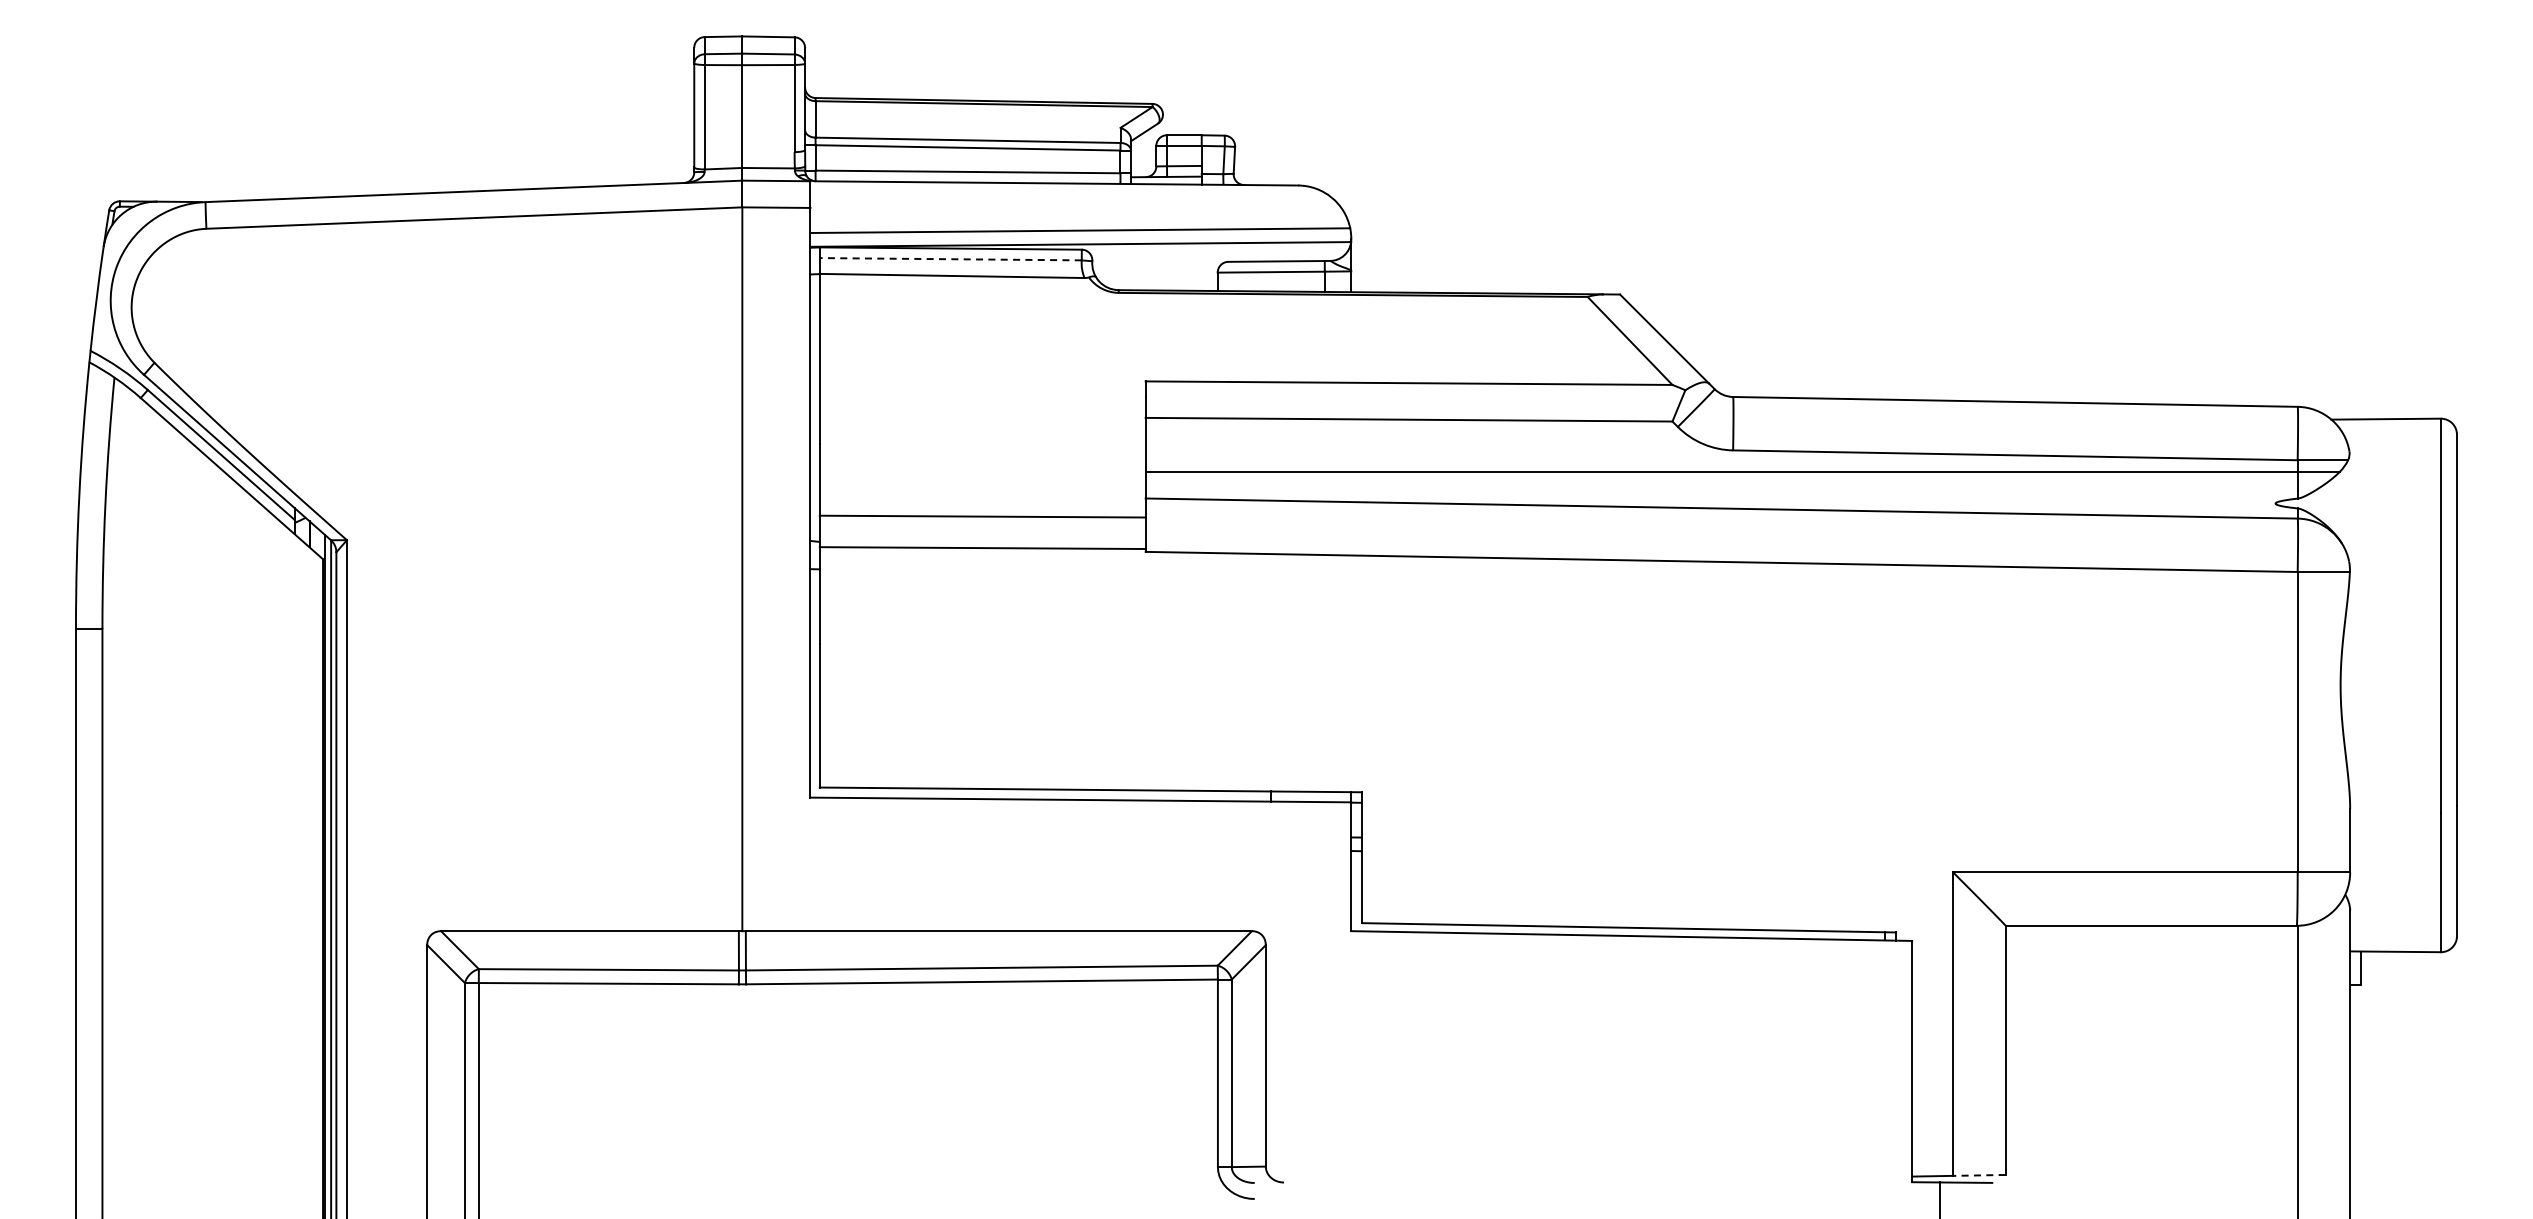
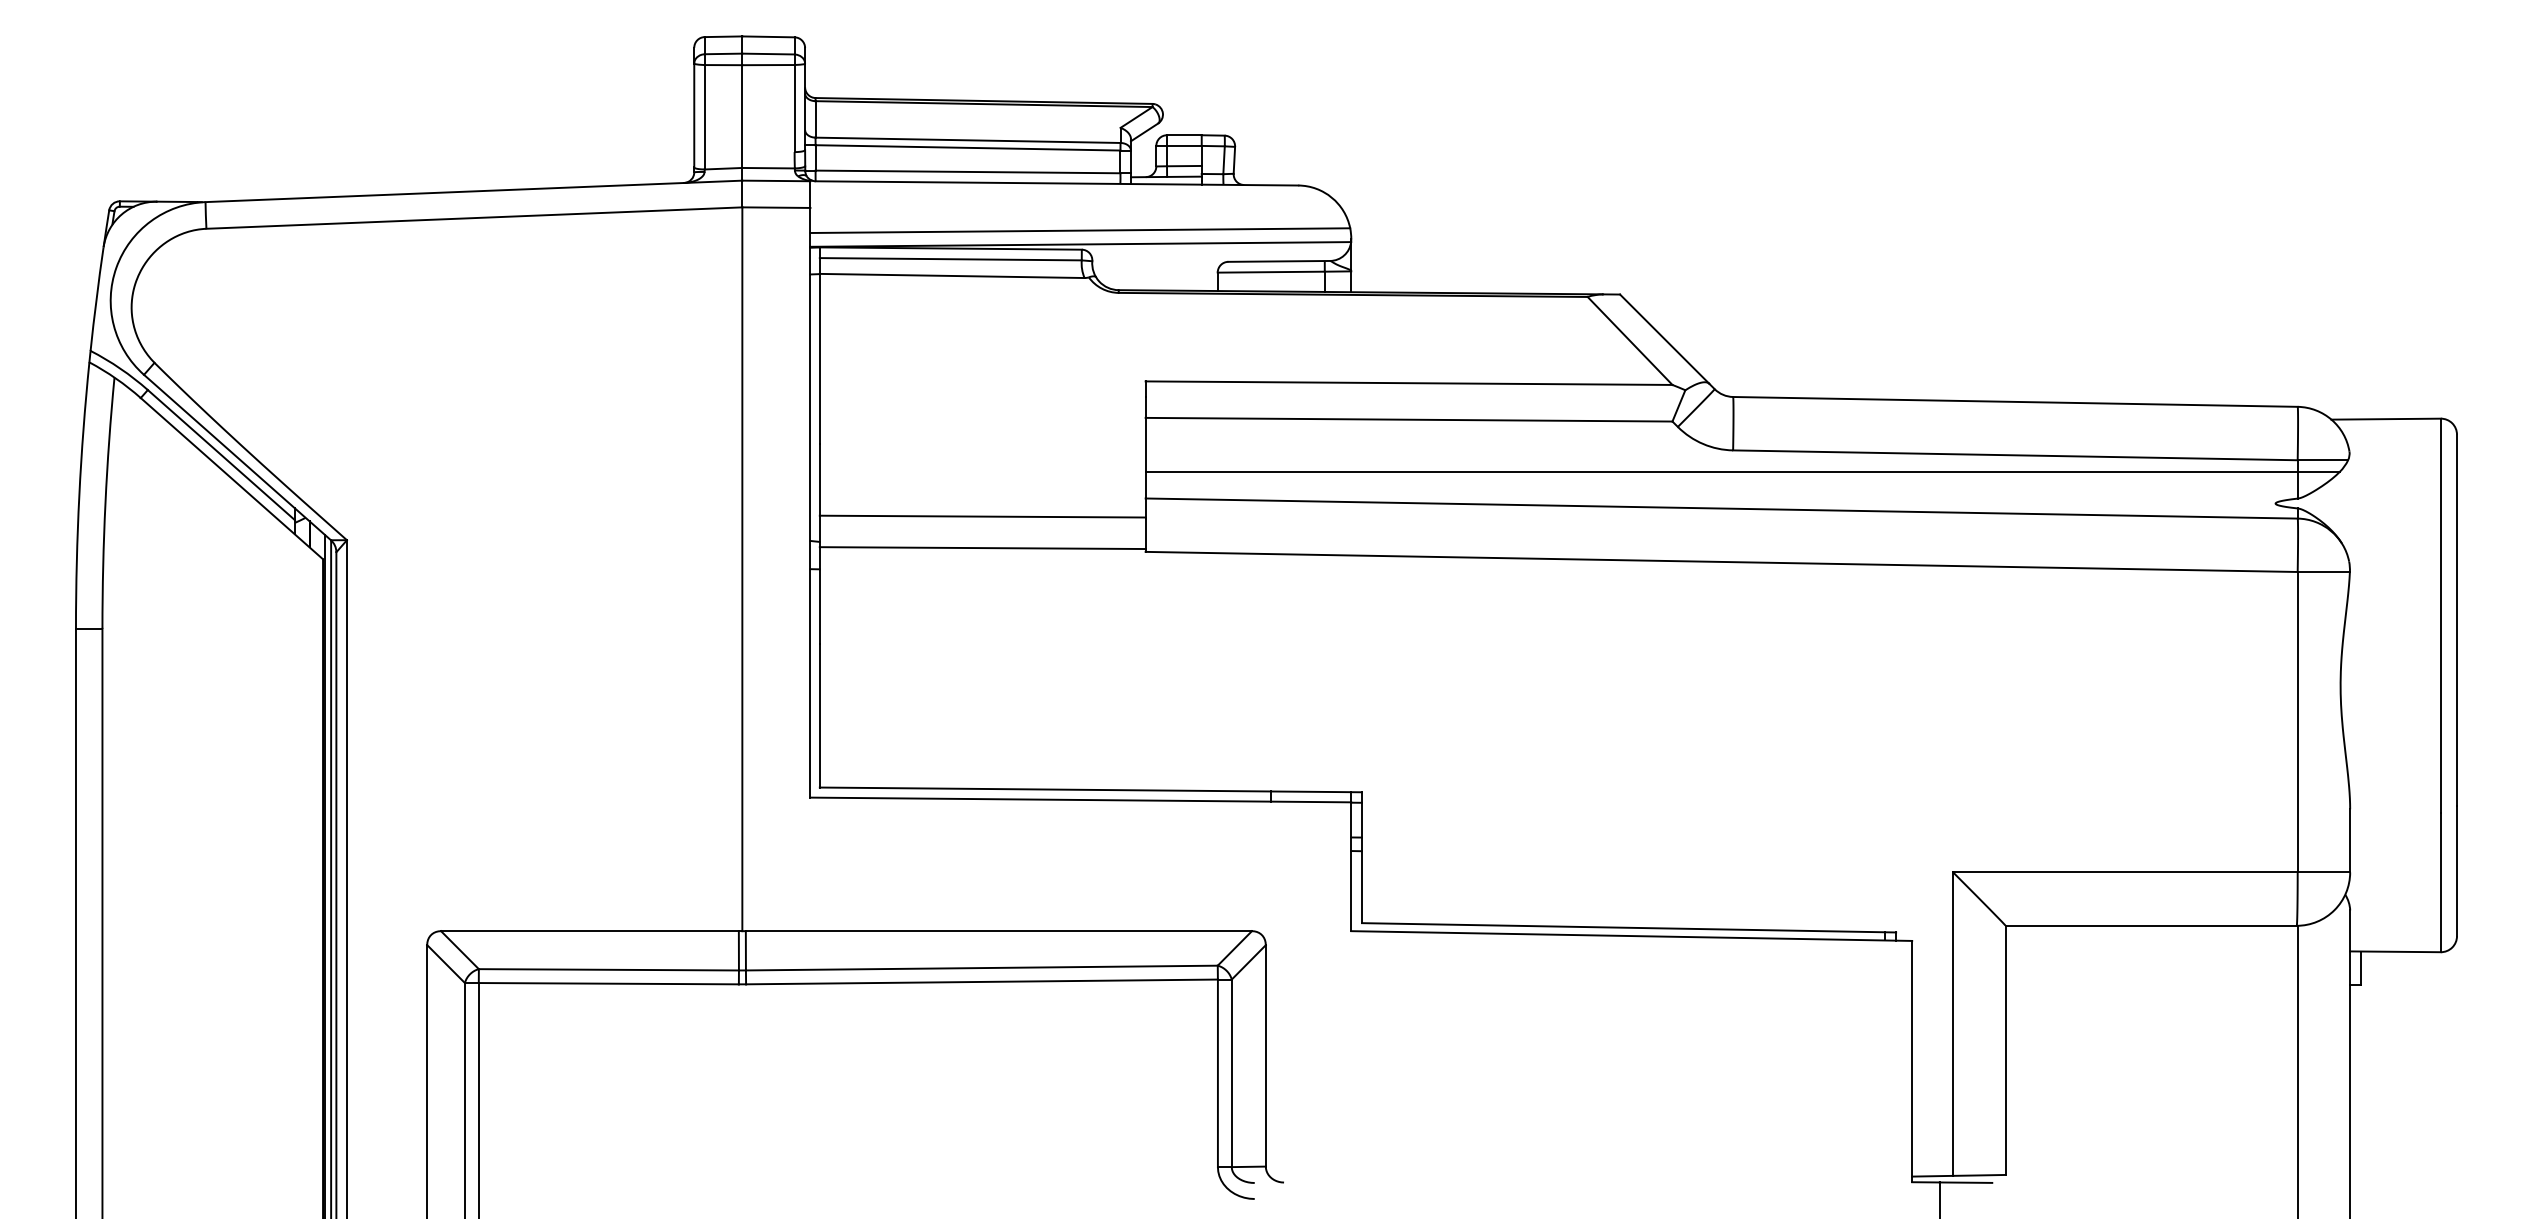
line at (950, 259): dashed -> solid
line at (1978, 1175): dashed -> solid
